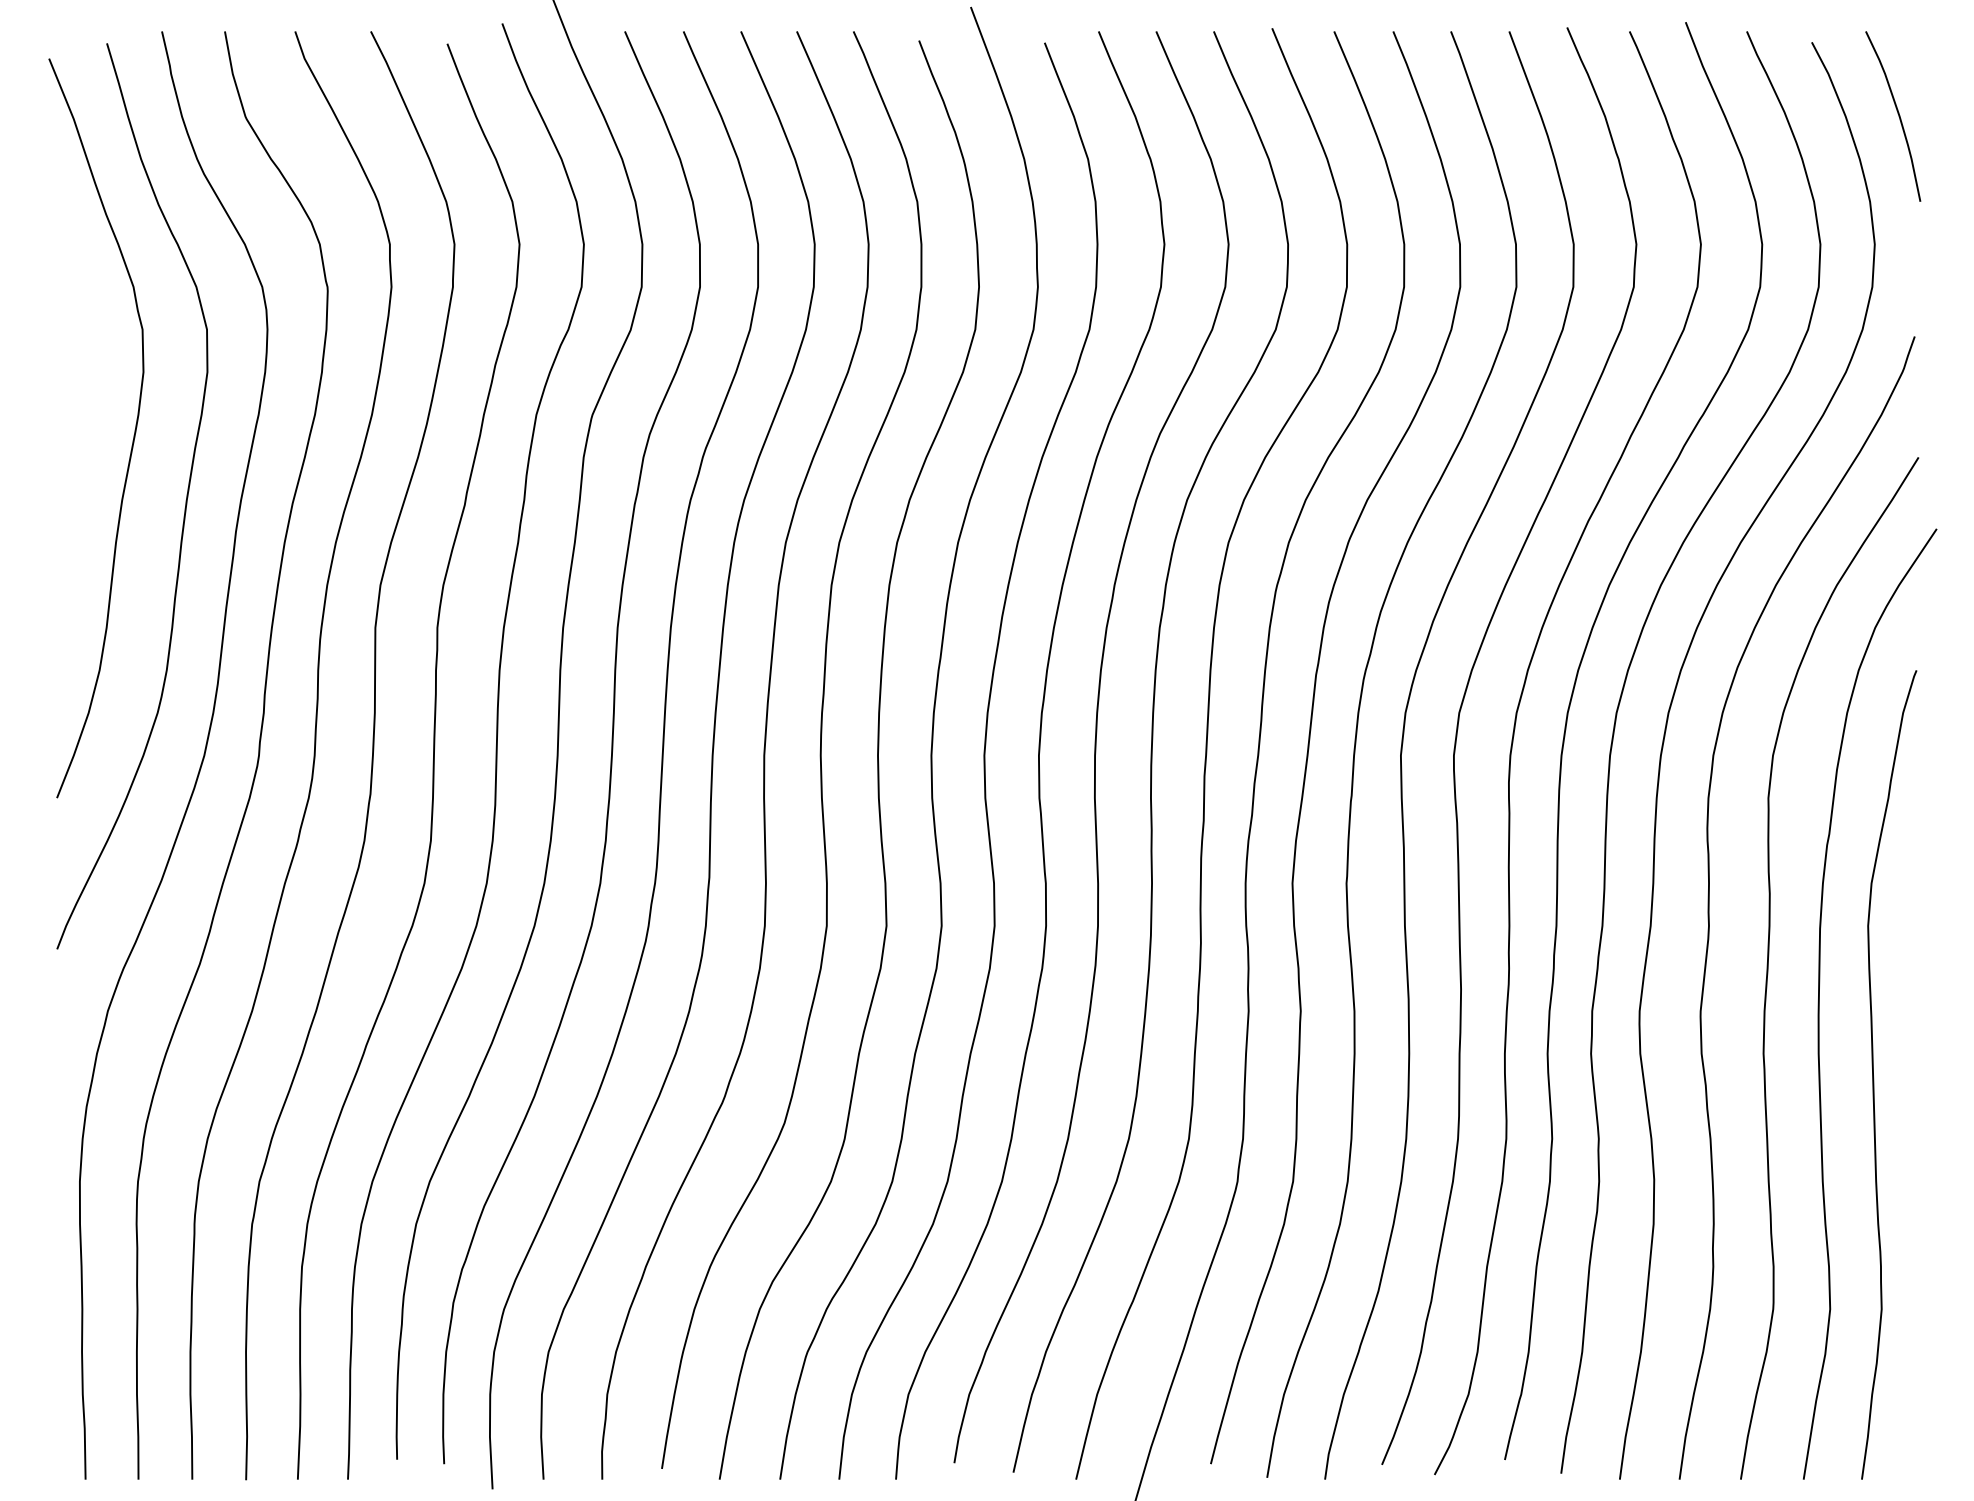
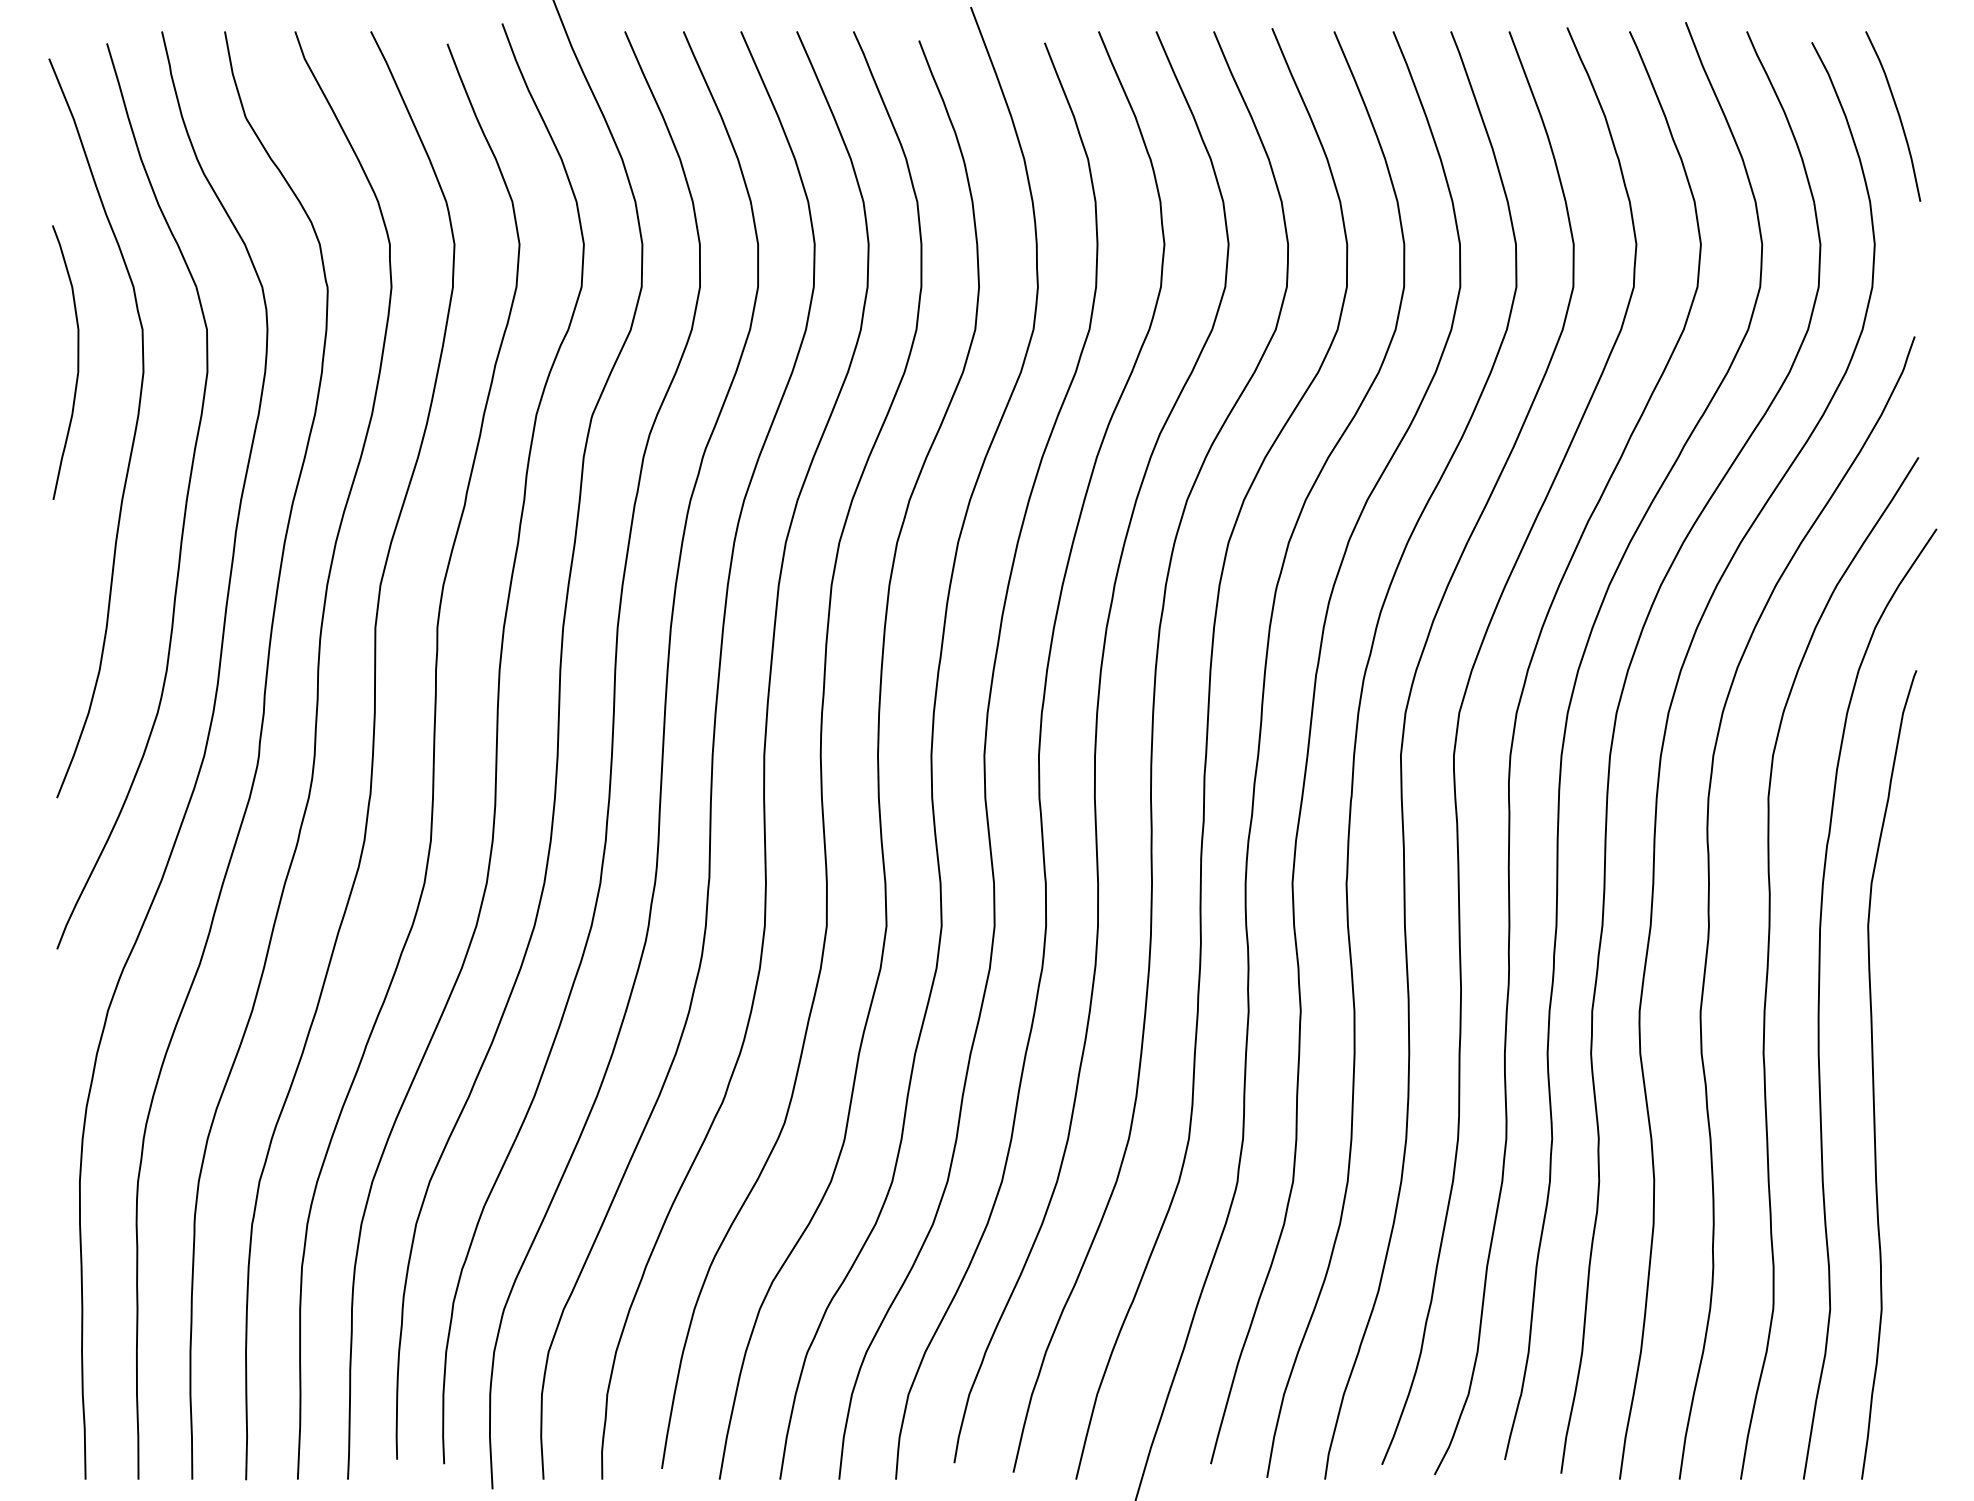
curve at (77, 362): none -> present
